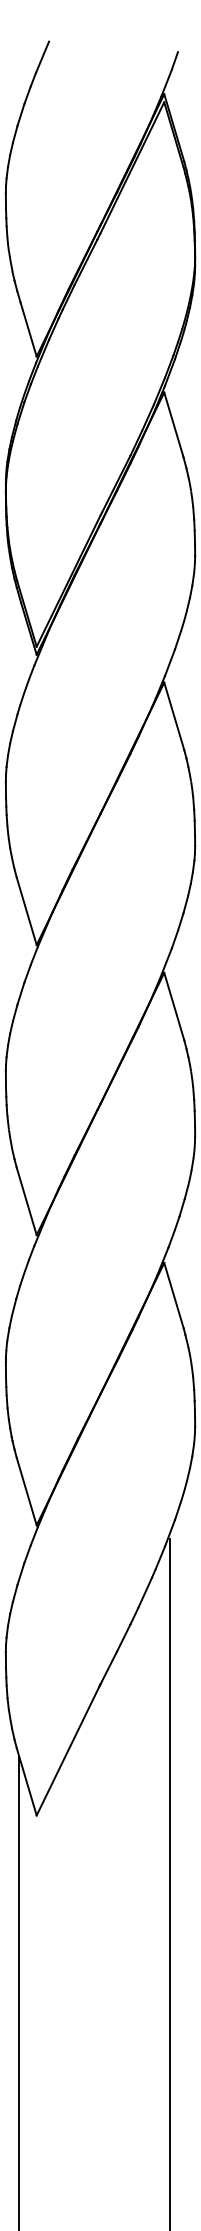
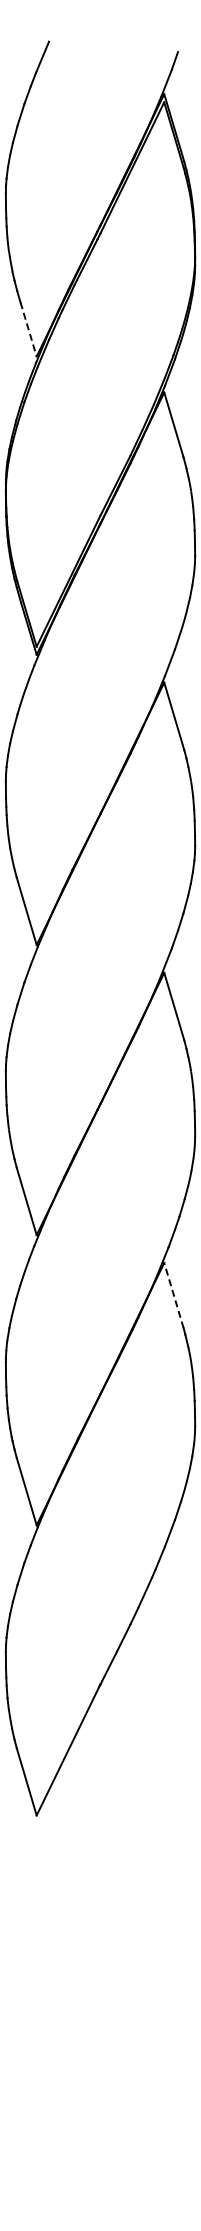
line at (28, 329): solid -> dashed
line at (173, 1295): solid -> dashed
line at (169, 1882): present -> none
line at (19, 1992): present -> none
